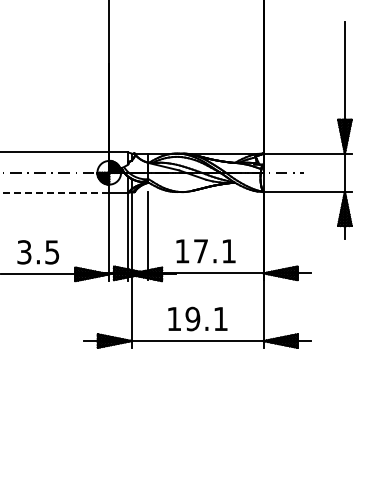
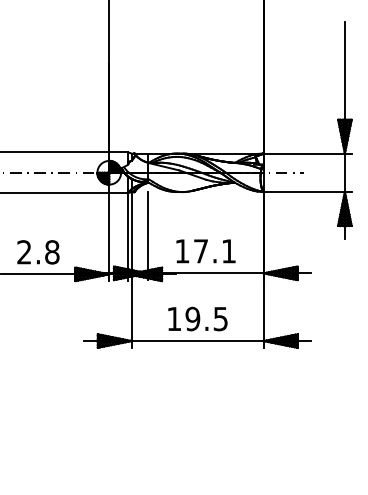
line at (55, 193): dashed -> solid
text at (38, 252): 3.5 -> 2.8
text at (220, 319): 19.1 -> 19.5
